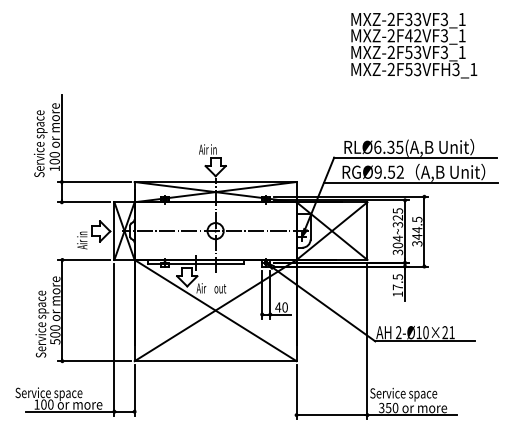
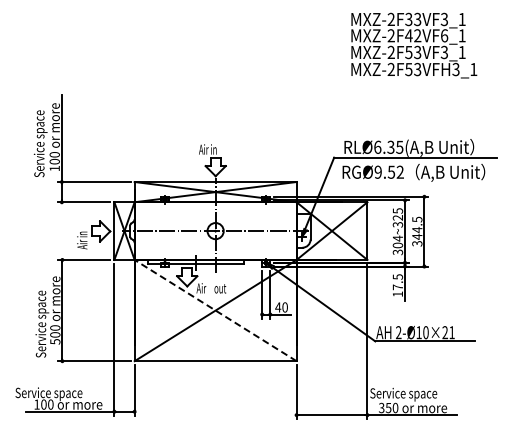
text at (444, 35): MXZ-2F42VF3_1 -> MXZ-2F42VF6_1
line at (410, 182): present -> none
line at (215, 310): solid -> dashed
